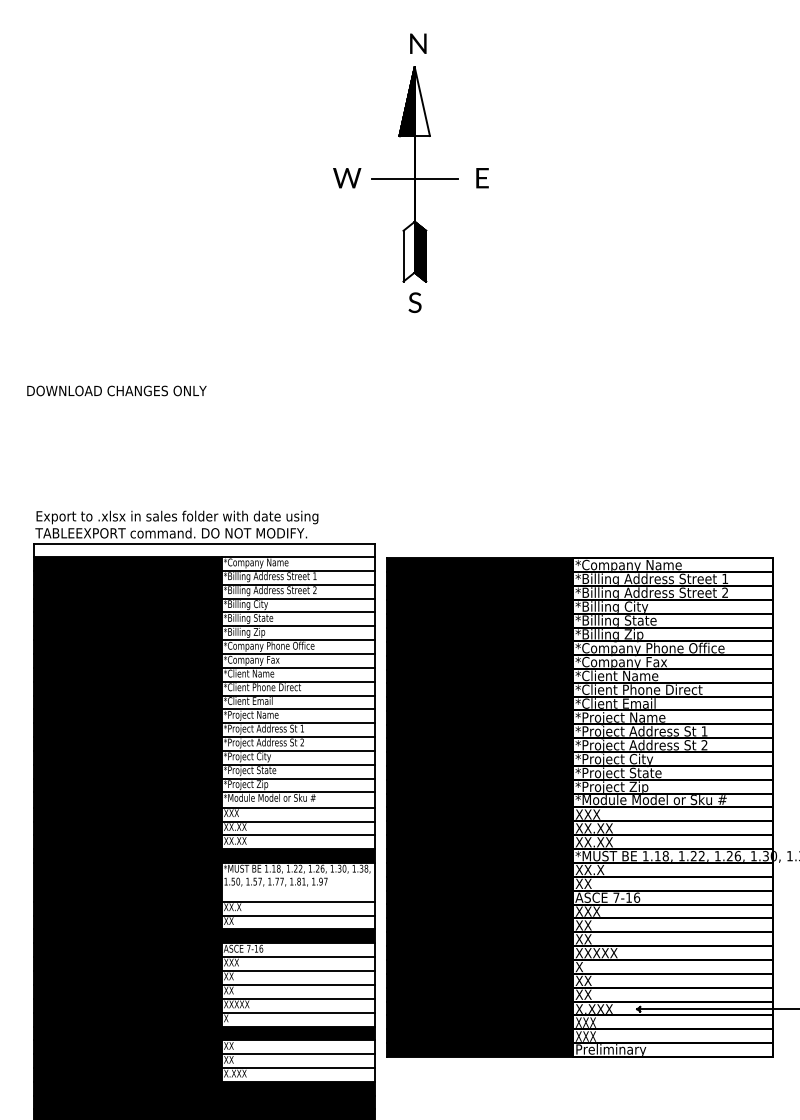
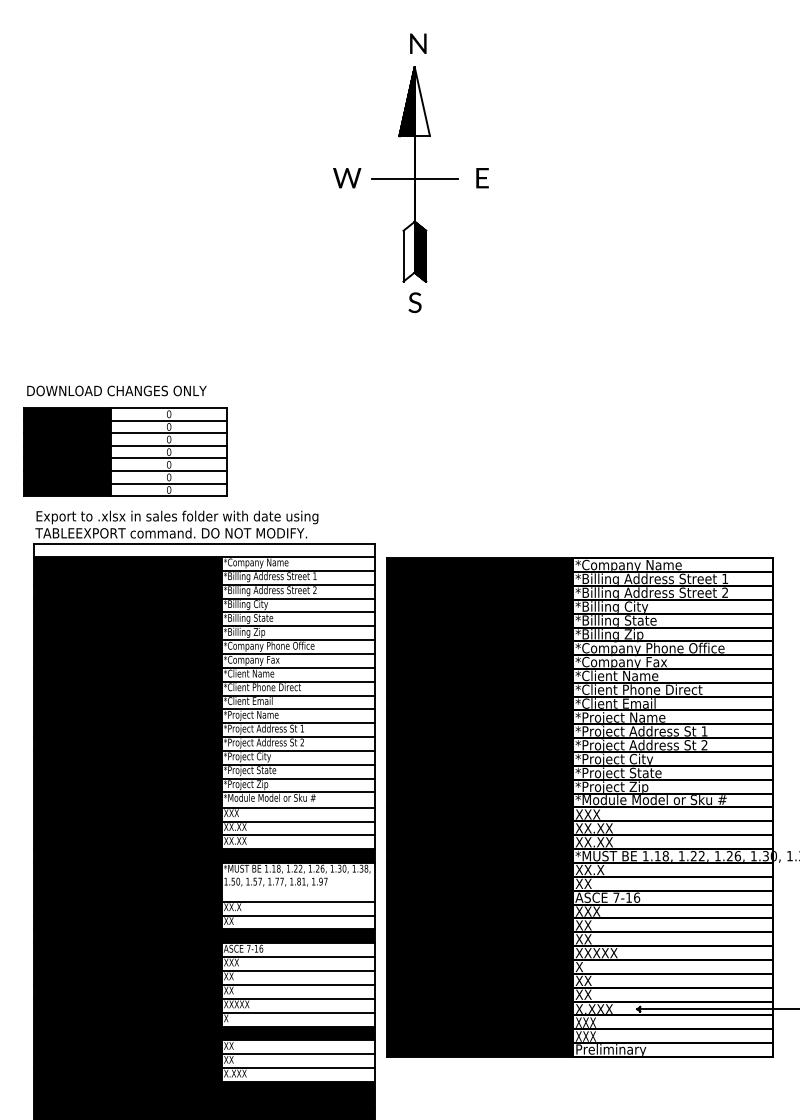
part at (125, 451): none -> present
